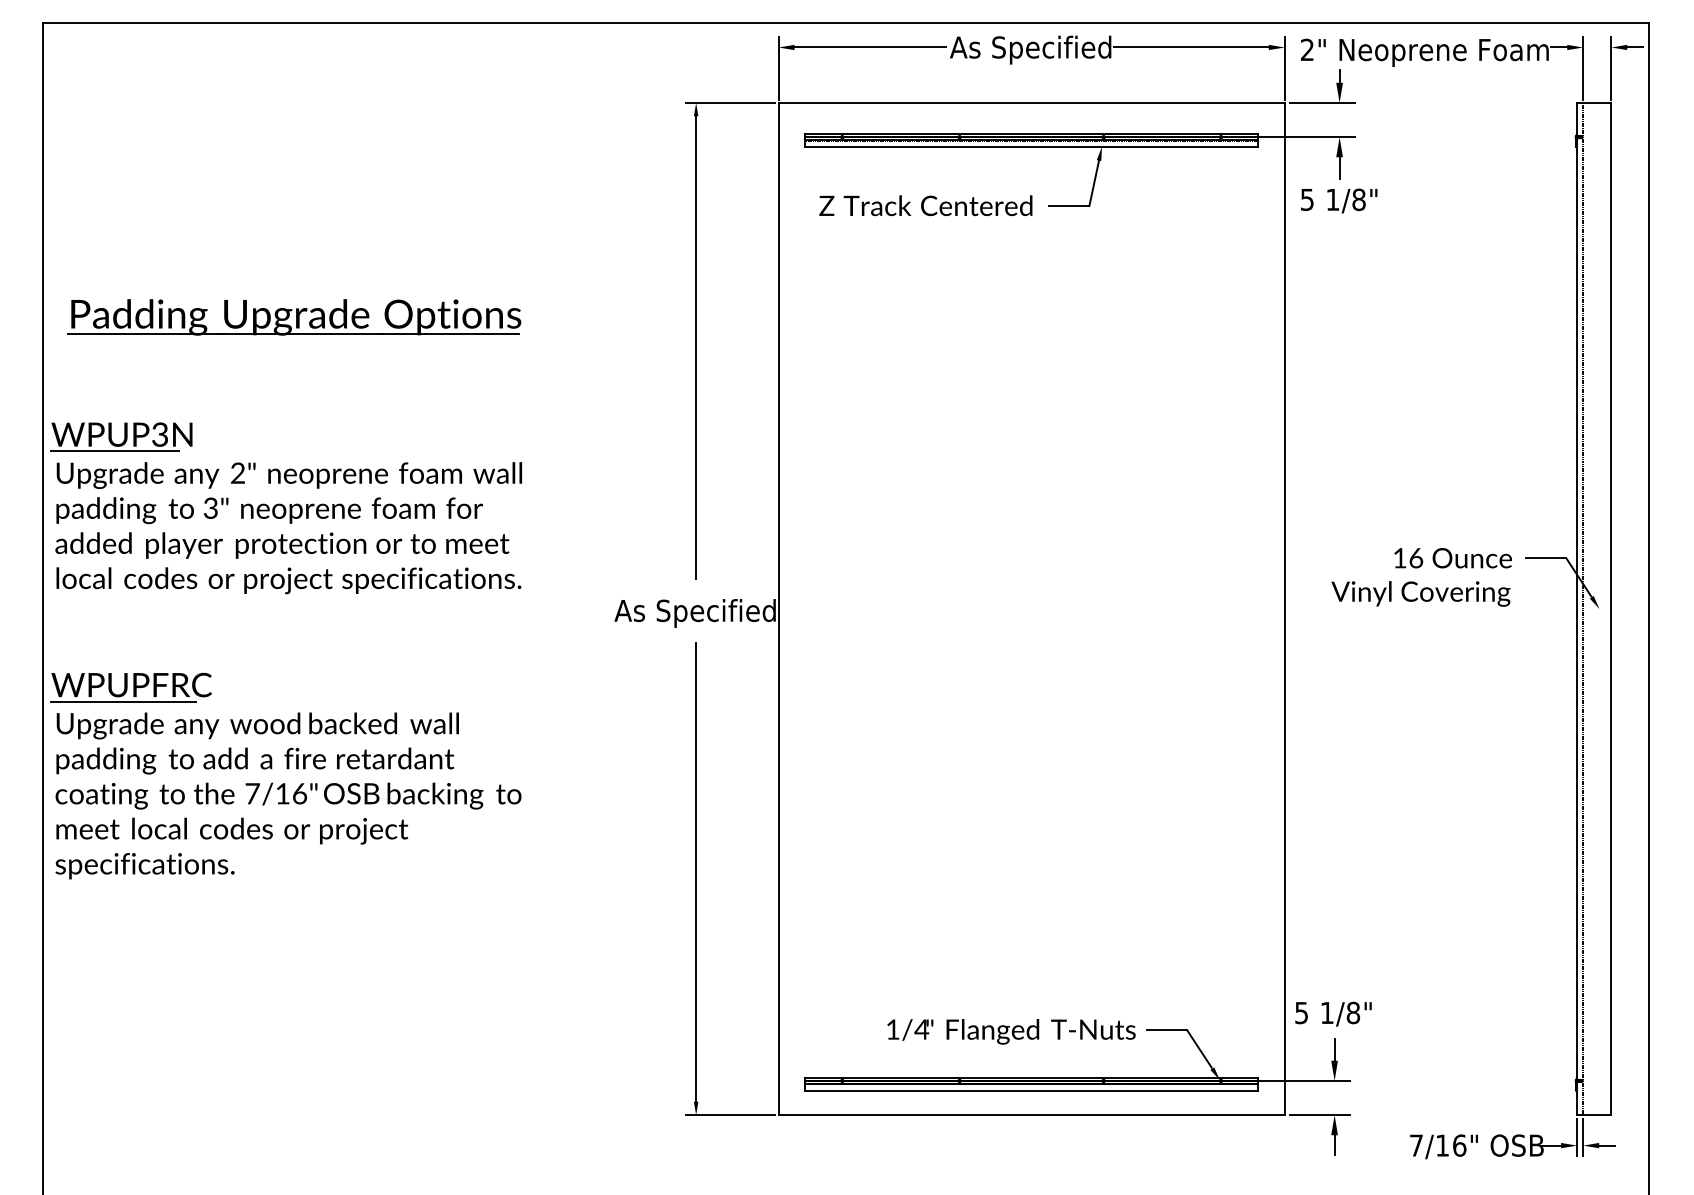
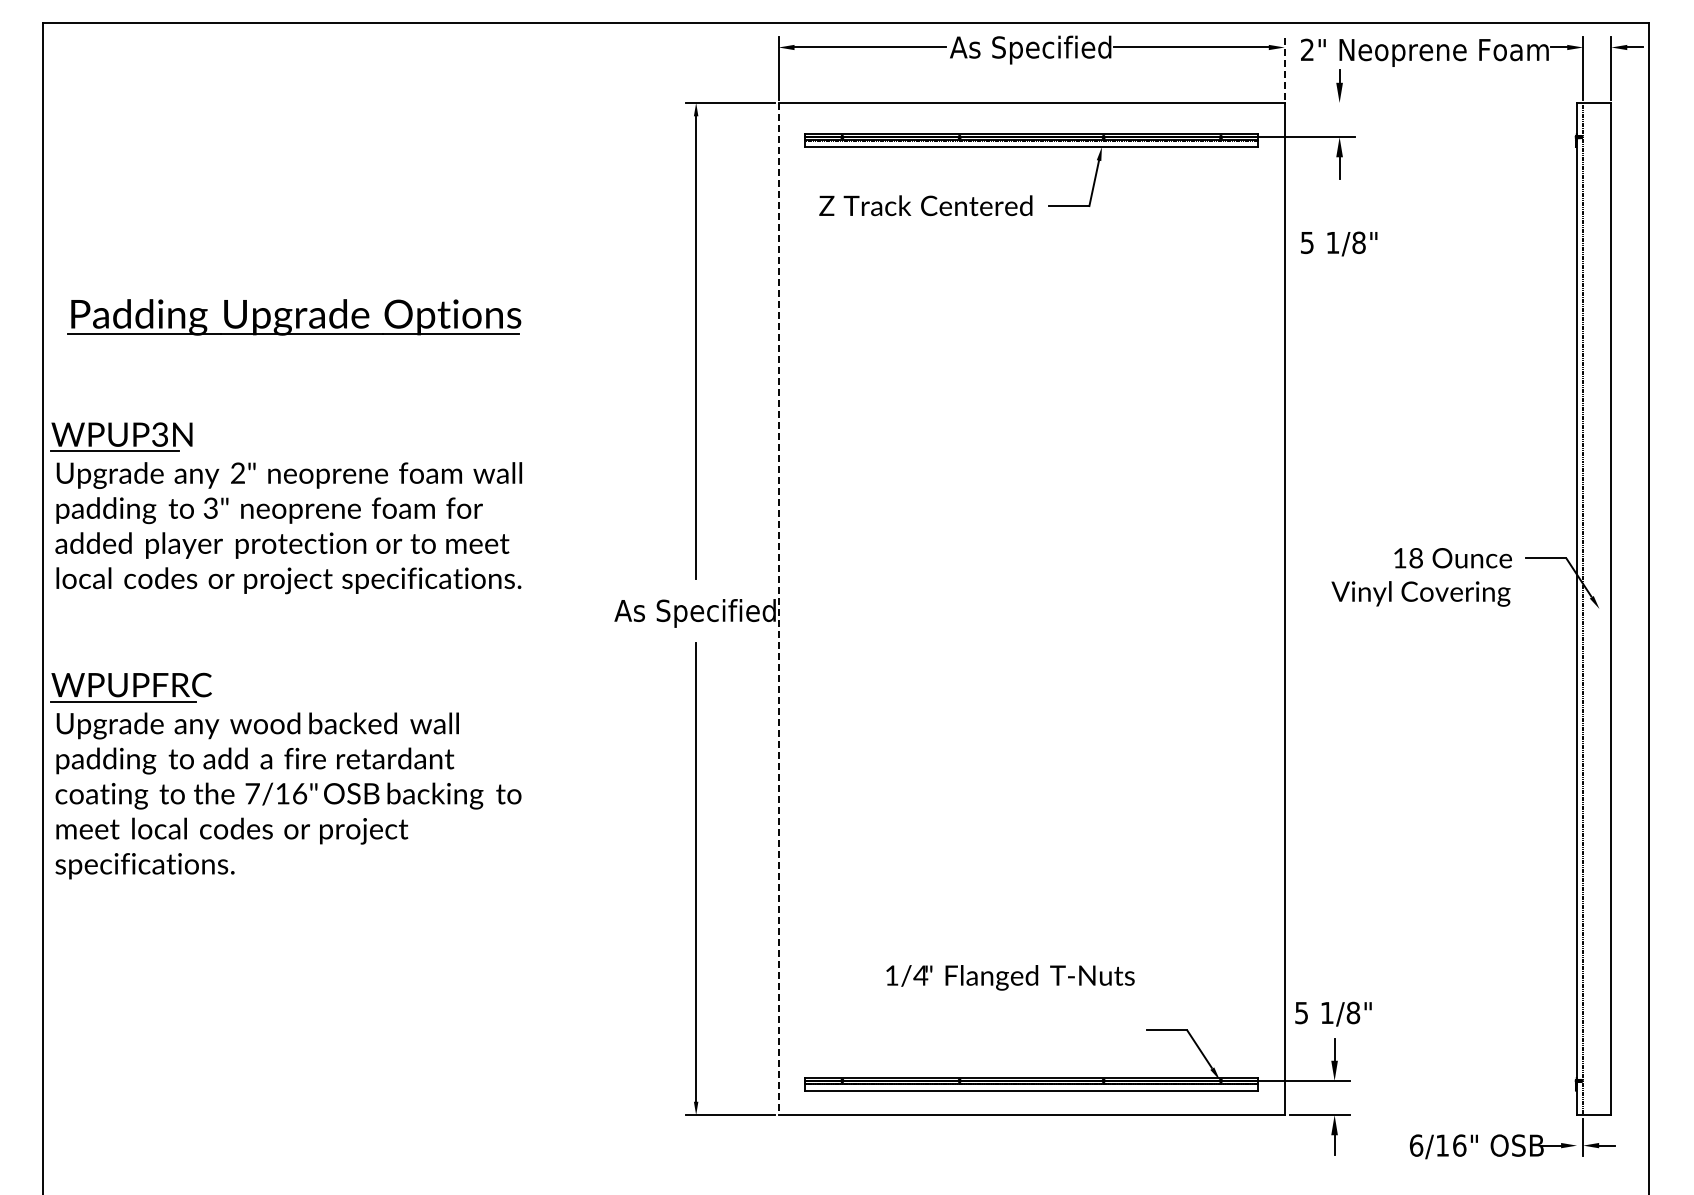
line at (1284, 68): solid -> dashed
line at (1321, 102): present -> none
text at (1339, 200) position: (1339, 200) -> (1339, 243)
text at (1416, 557): 16 -> 18
line at (778, 609): solid -> dashed
text at (1011, 1031) position: (1011, 1031) -> (1010, 977)
line at (1577, 1136): present -> none
text at (1416, 1145): 7/16" -> 6/16"
